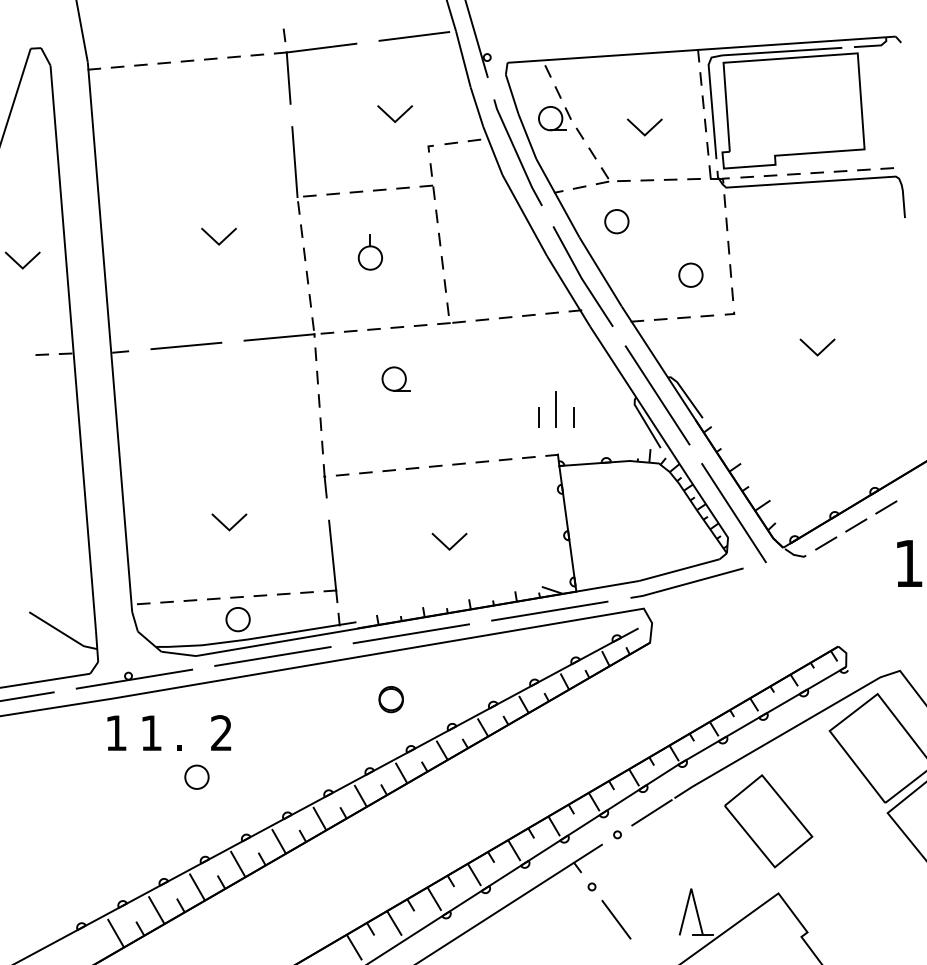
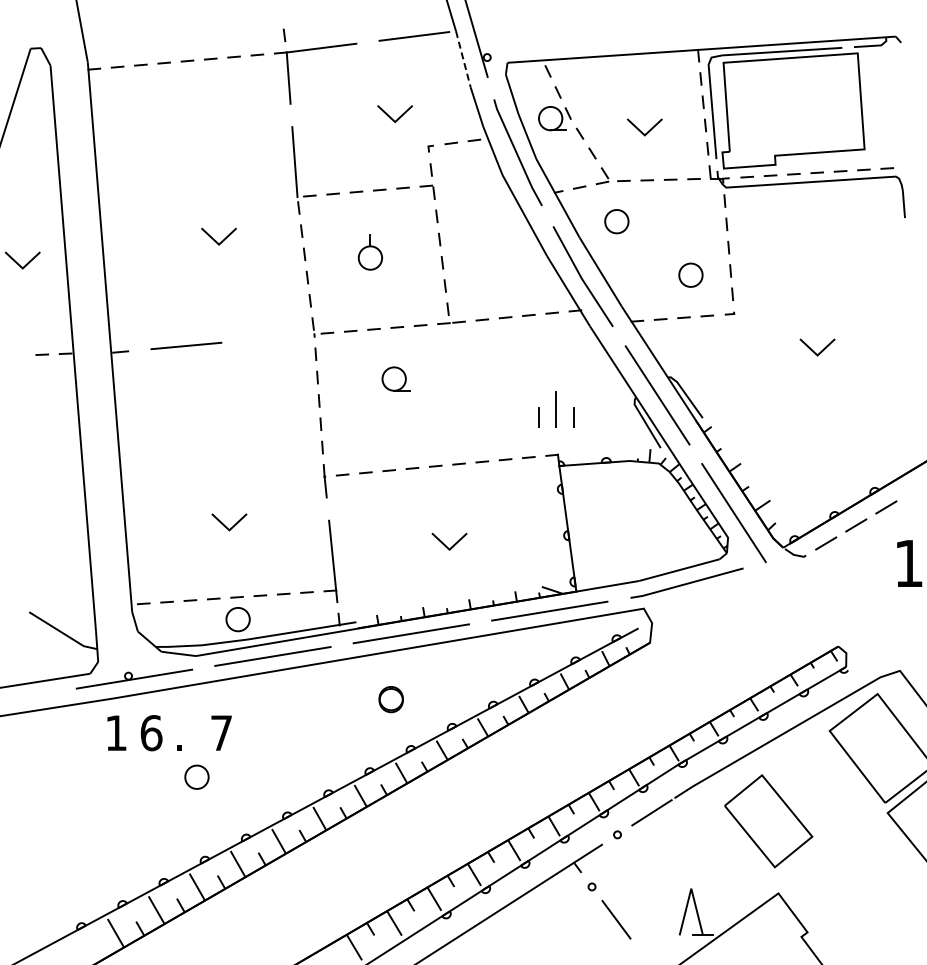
line at (463, 59): solid -> dashed
line at (279, 337): present -> none
line at (27, 696): present -> none
text at (221, 732): 2 -> 7
text at (151, 733): 1 -> 6
